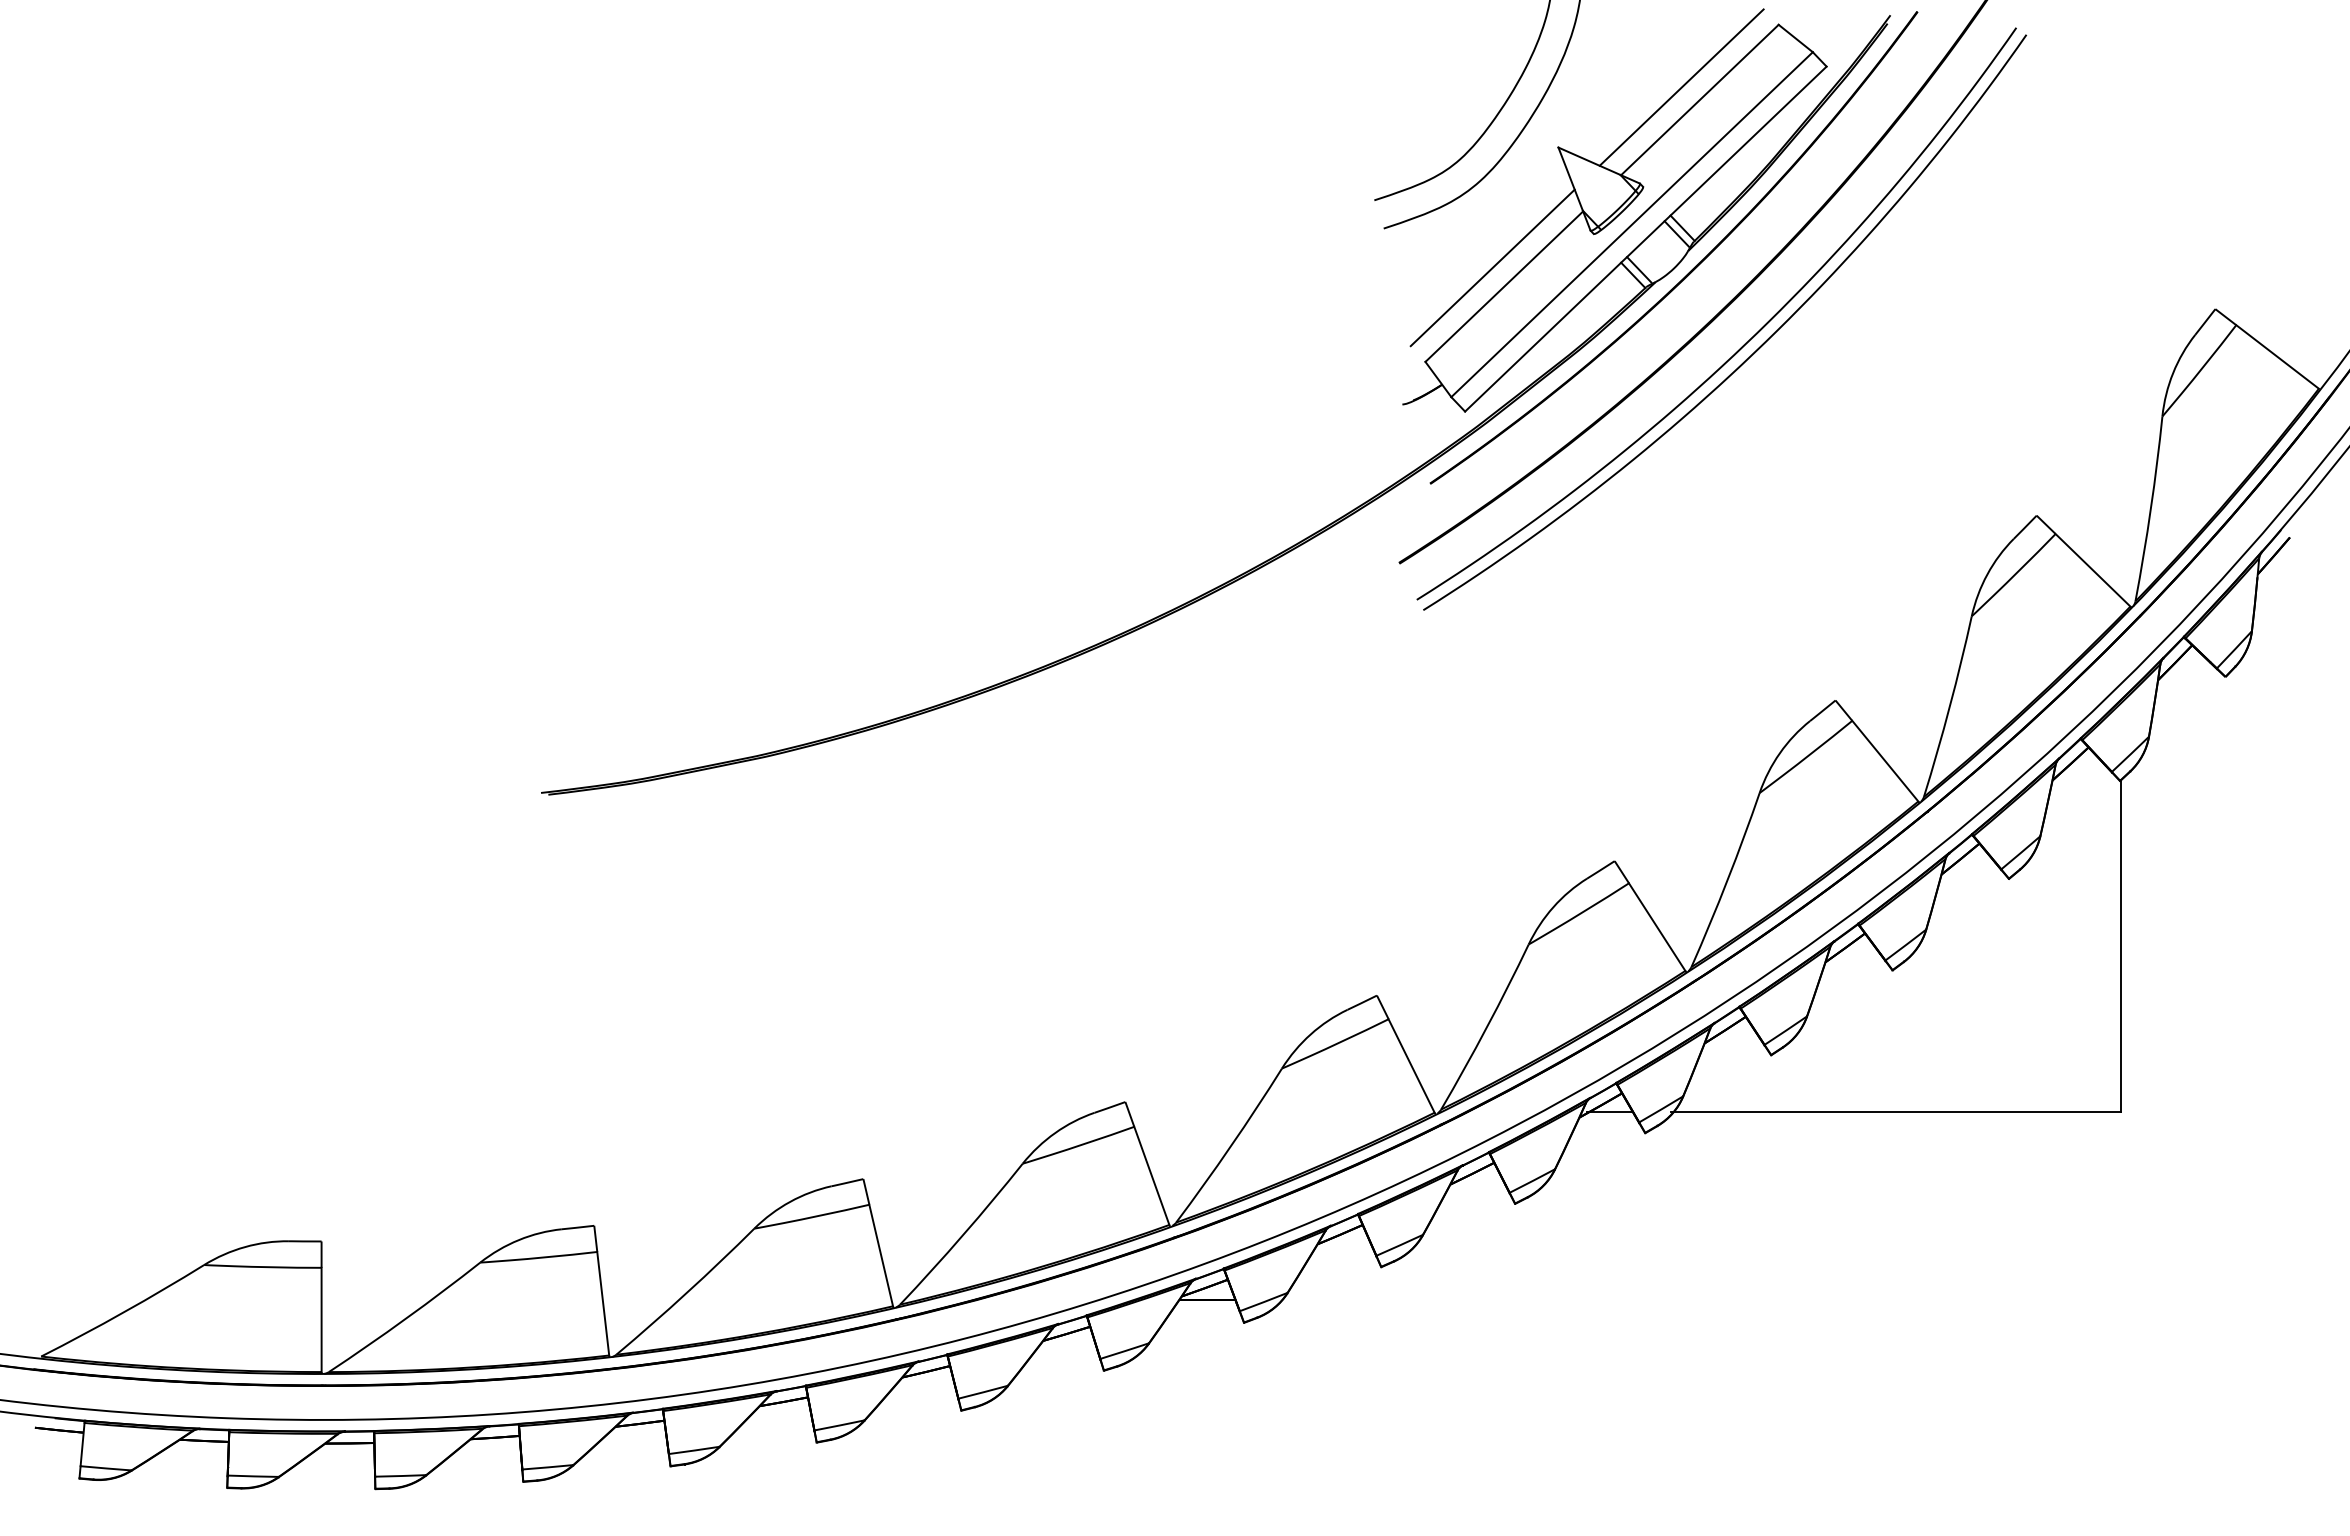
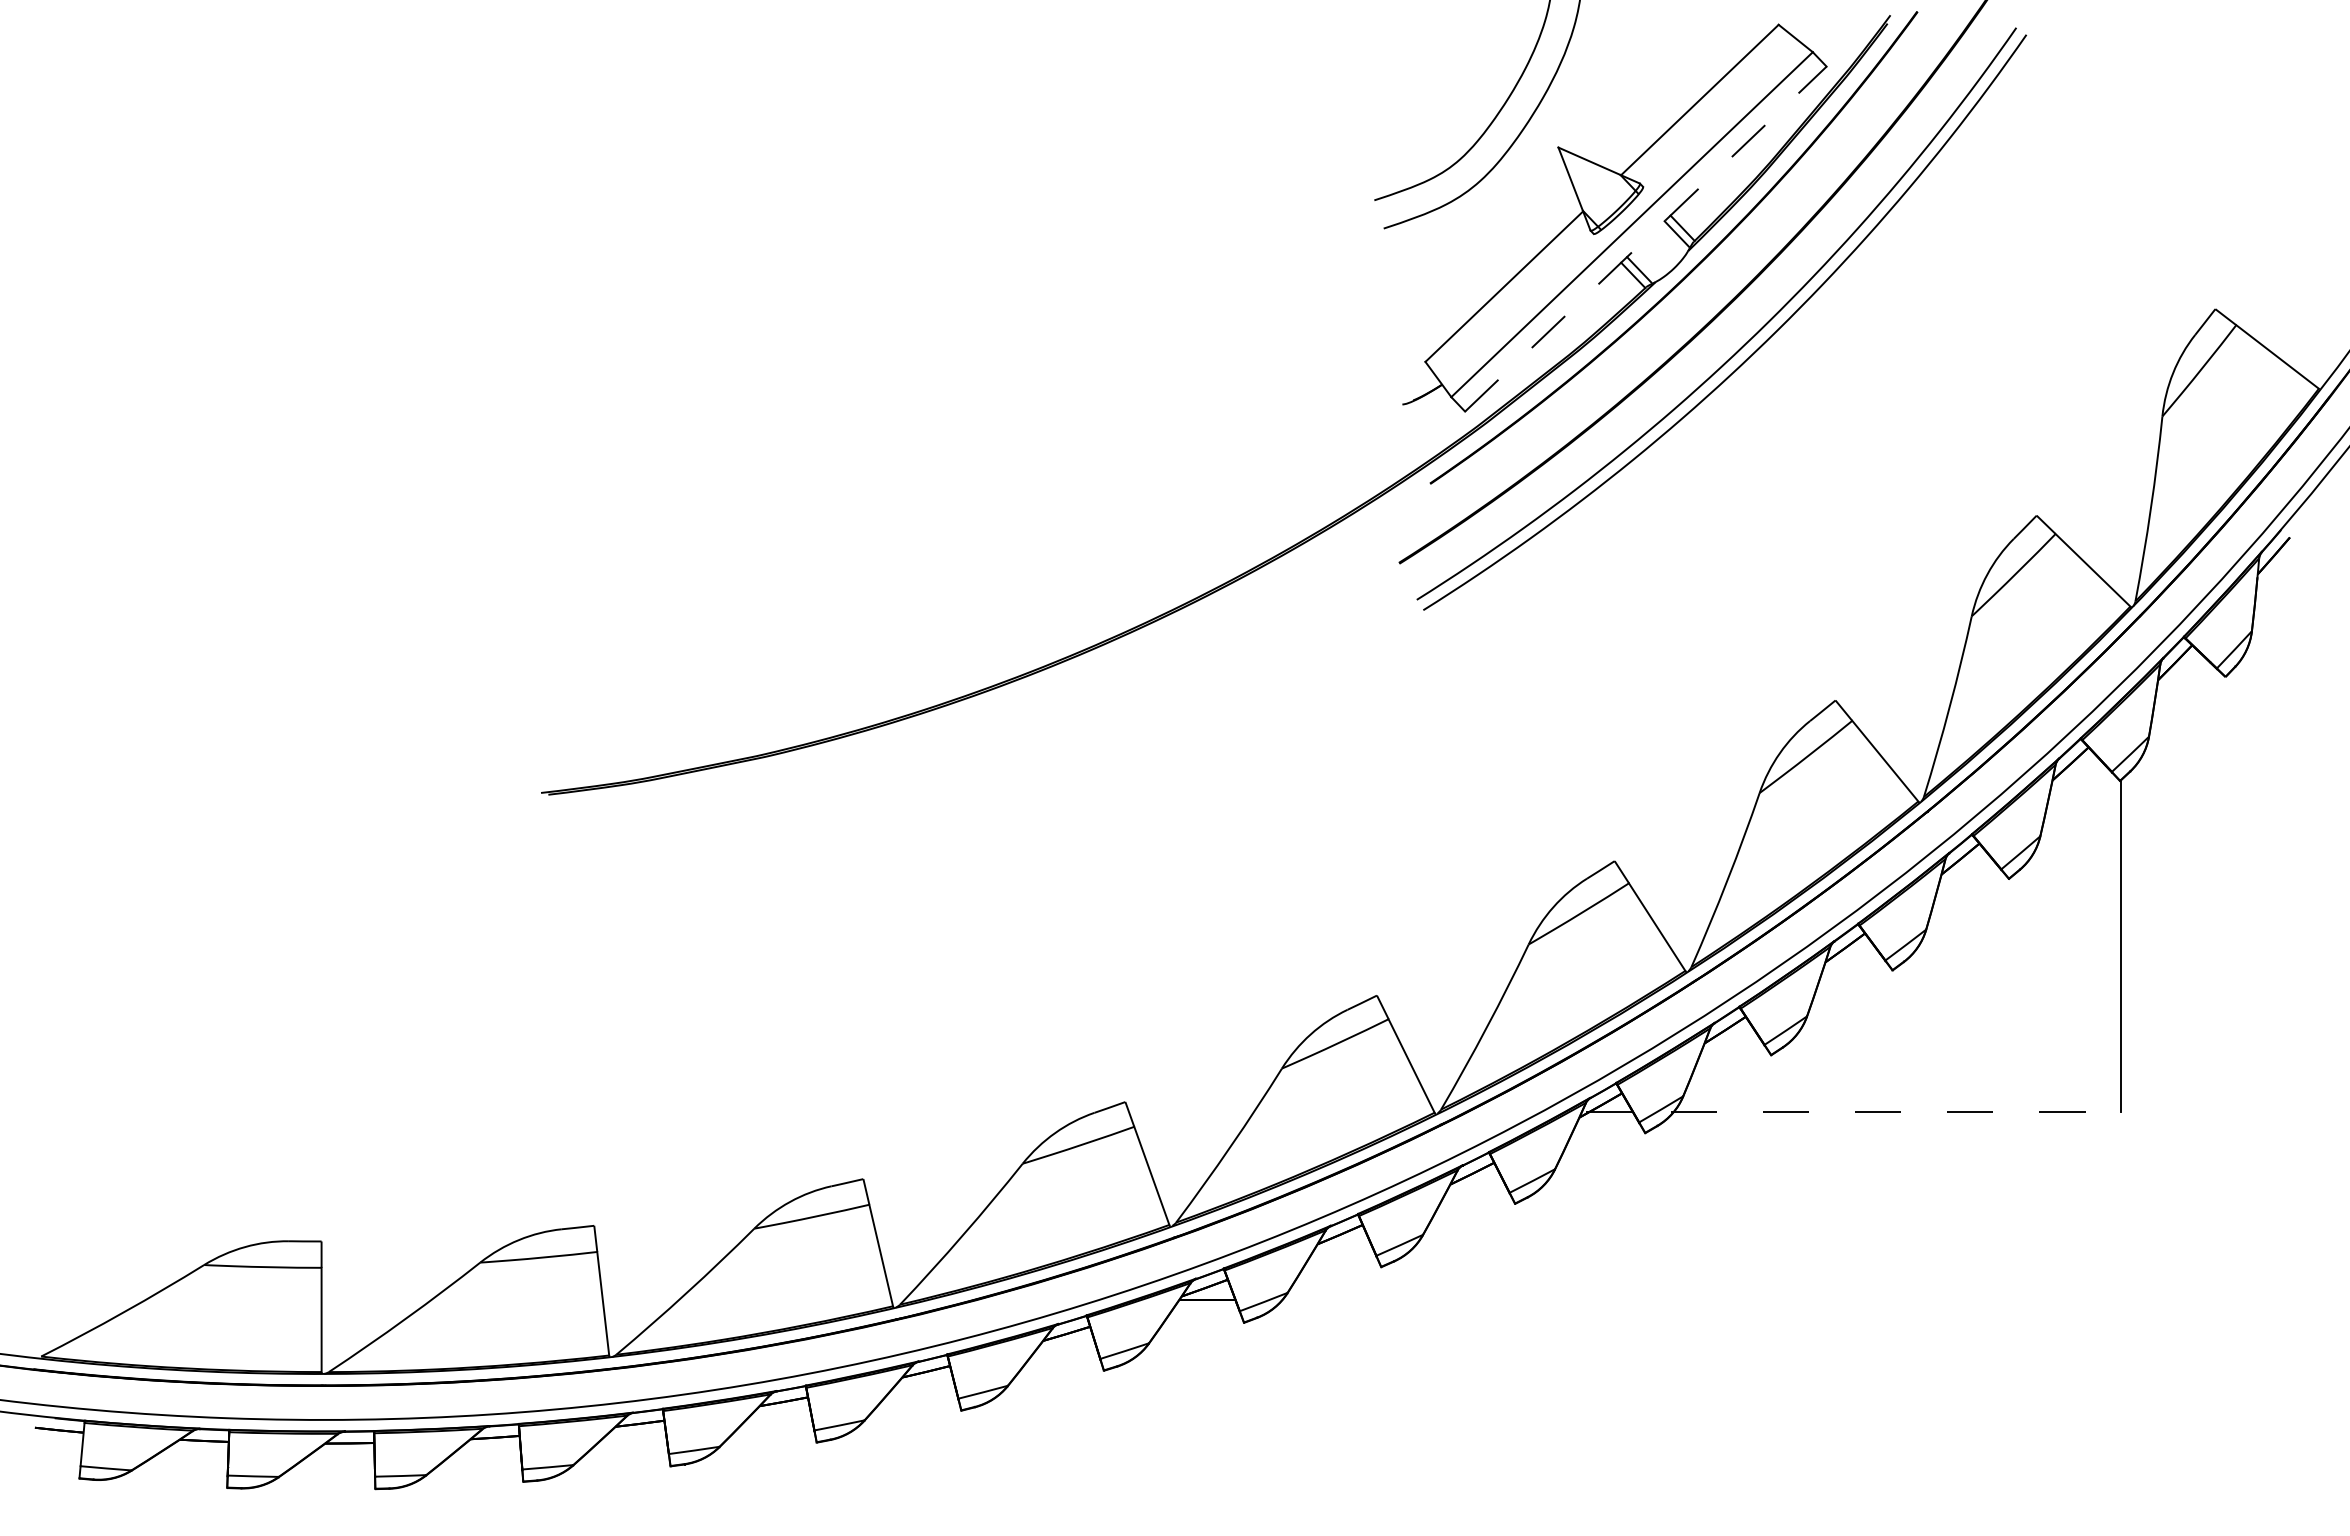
line at (1681, 87): present -> none
line at (1645, 239): solid -> dashed
line at (1492, 267): present -> none
line at (1896, 1112): solid -> dashed
